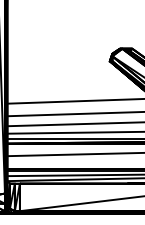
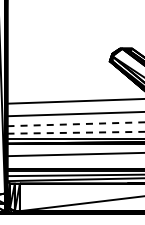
line at (76, 124): solid -> dashed
line at (76, 132): solid -> dashed
